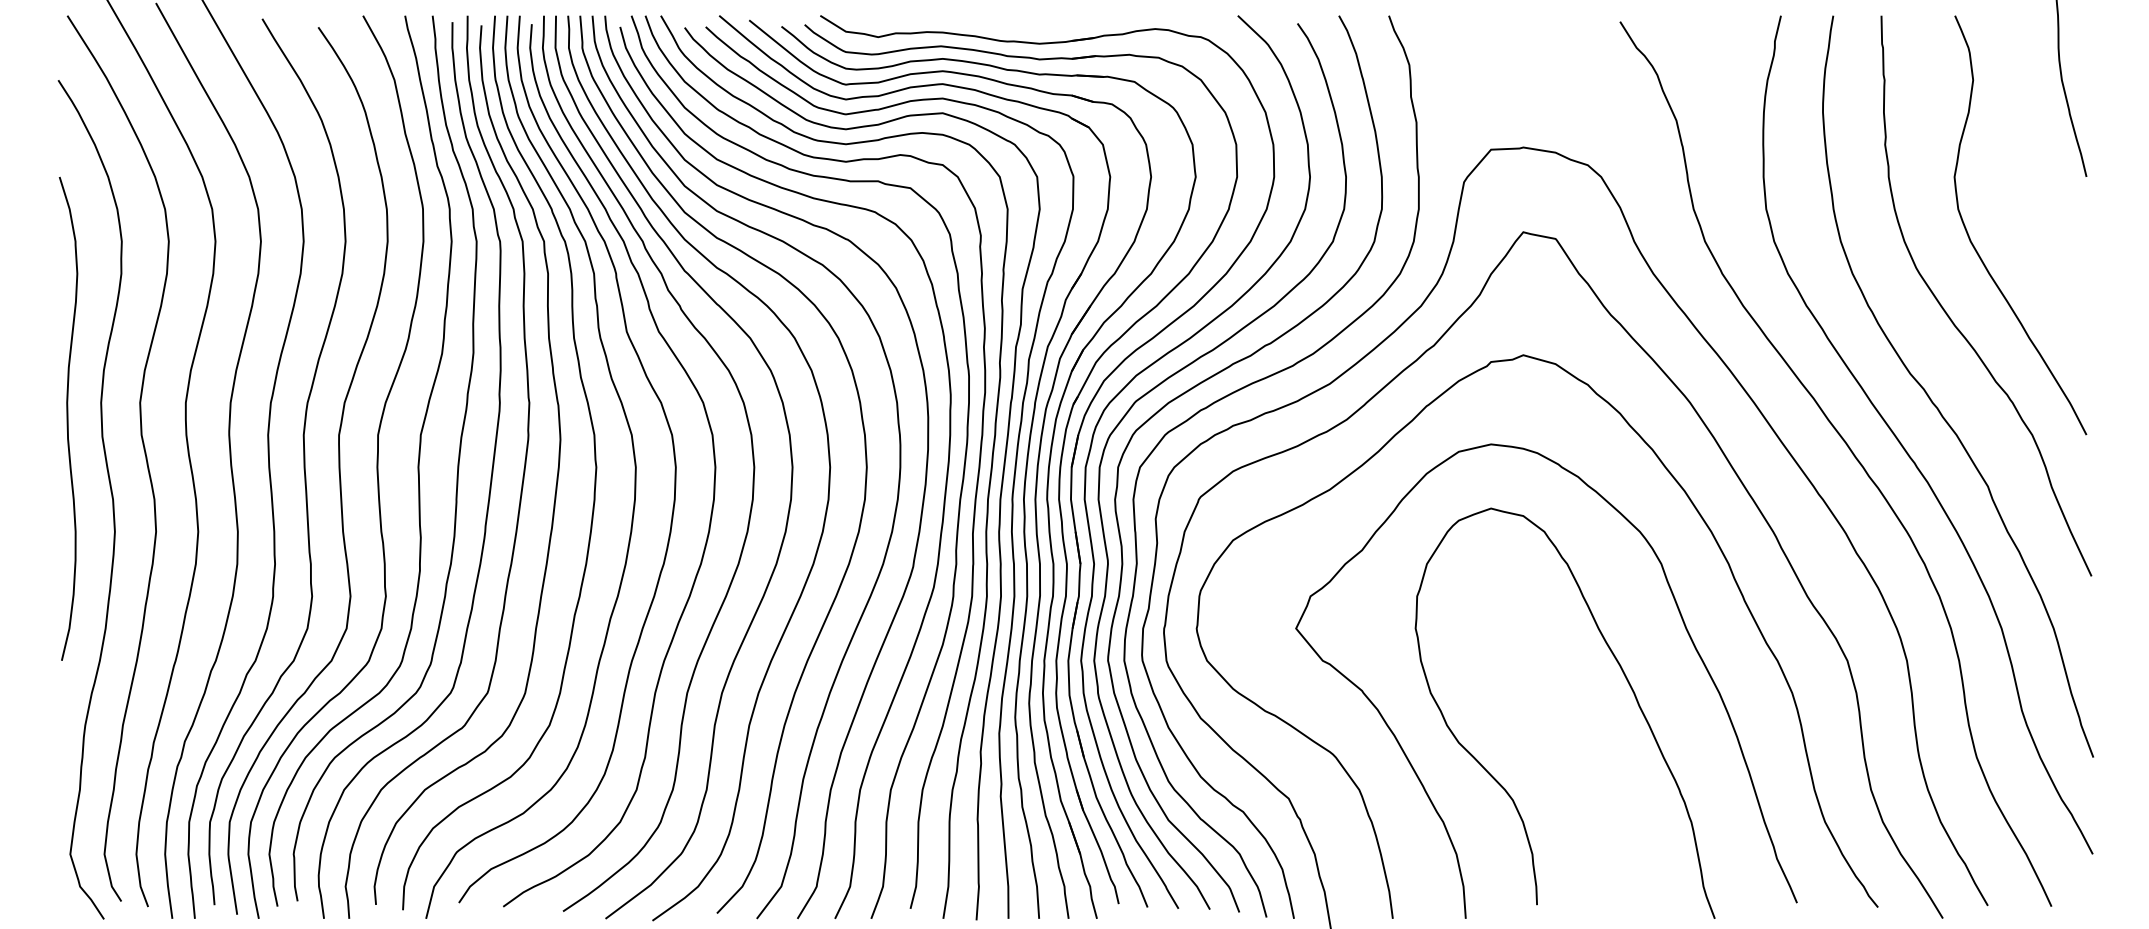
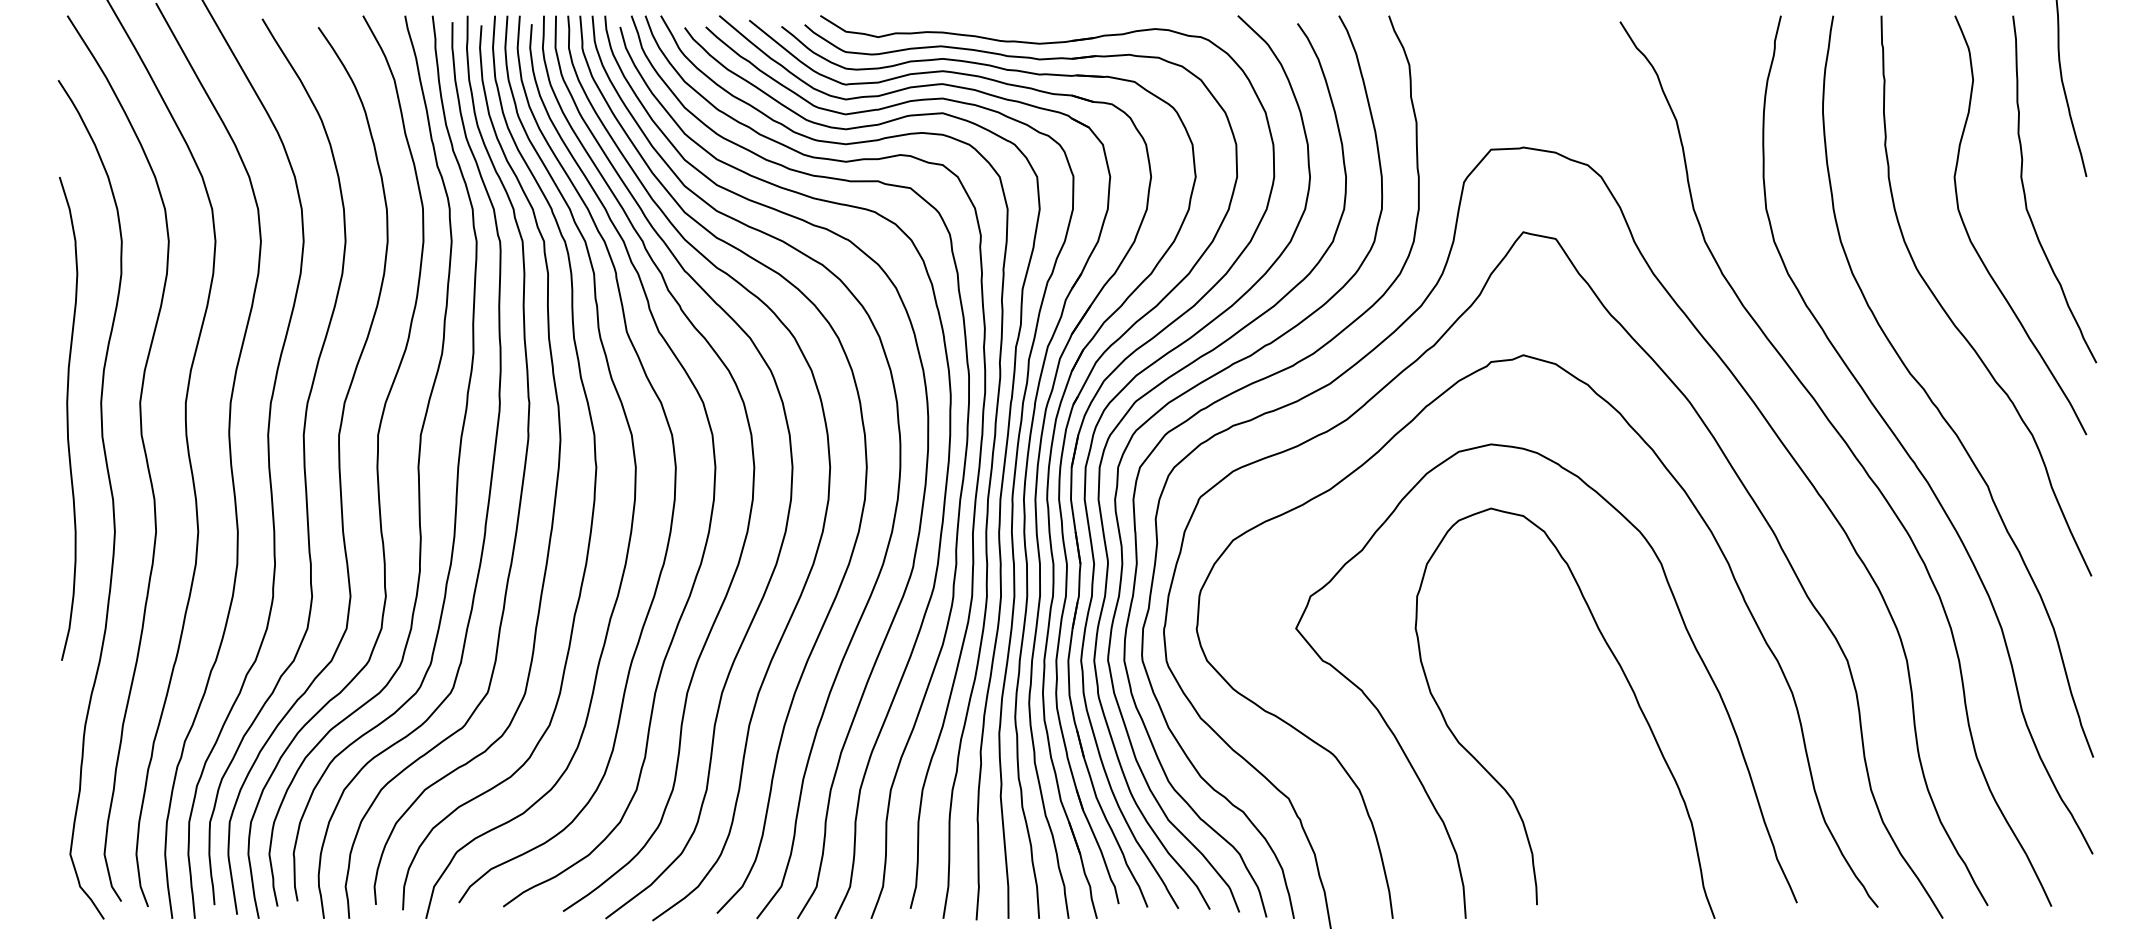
curve at (2025, 192): none -> present
